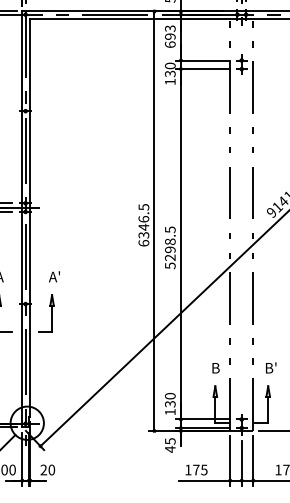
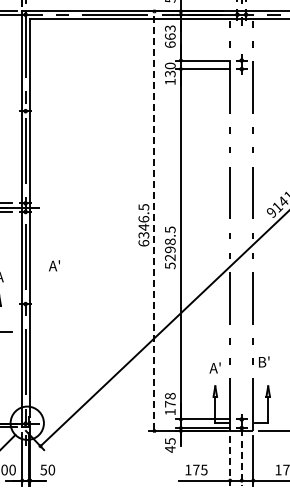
text at (170, 36): 693 -> 663
line at (154, 220): solid -> dashed
text at (54, 276) position: (54, 276) -> (54, 265)
part at (46, 313): present -> none
text at (214, 367): B -> A'
text at (271, 367) position: (271, 367) -> (264, 361)
text at (170, 400): 130 -> 178
line at (230, 461): solid -> dashed
line at (241, 464): solid -> dashed
text at (43, 469): 20 -> 50
